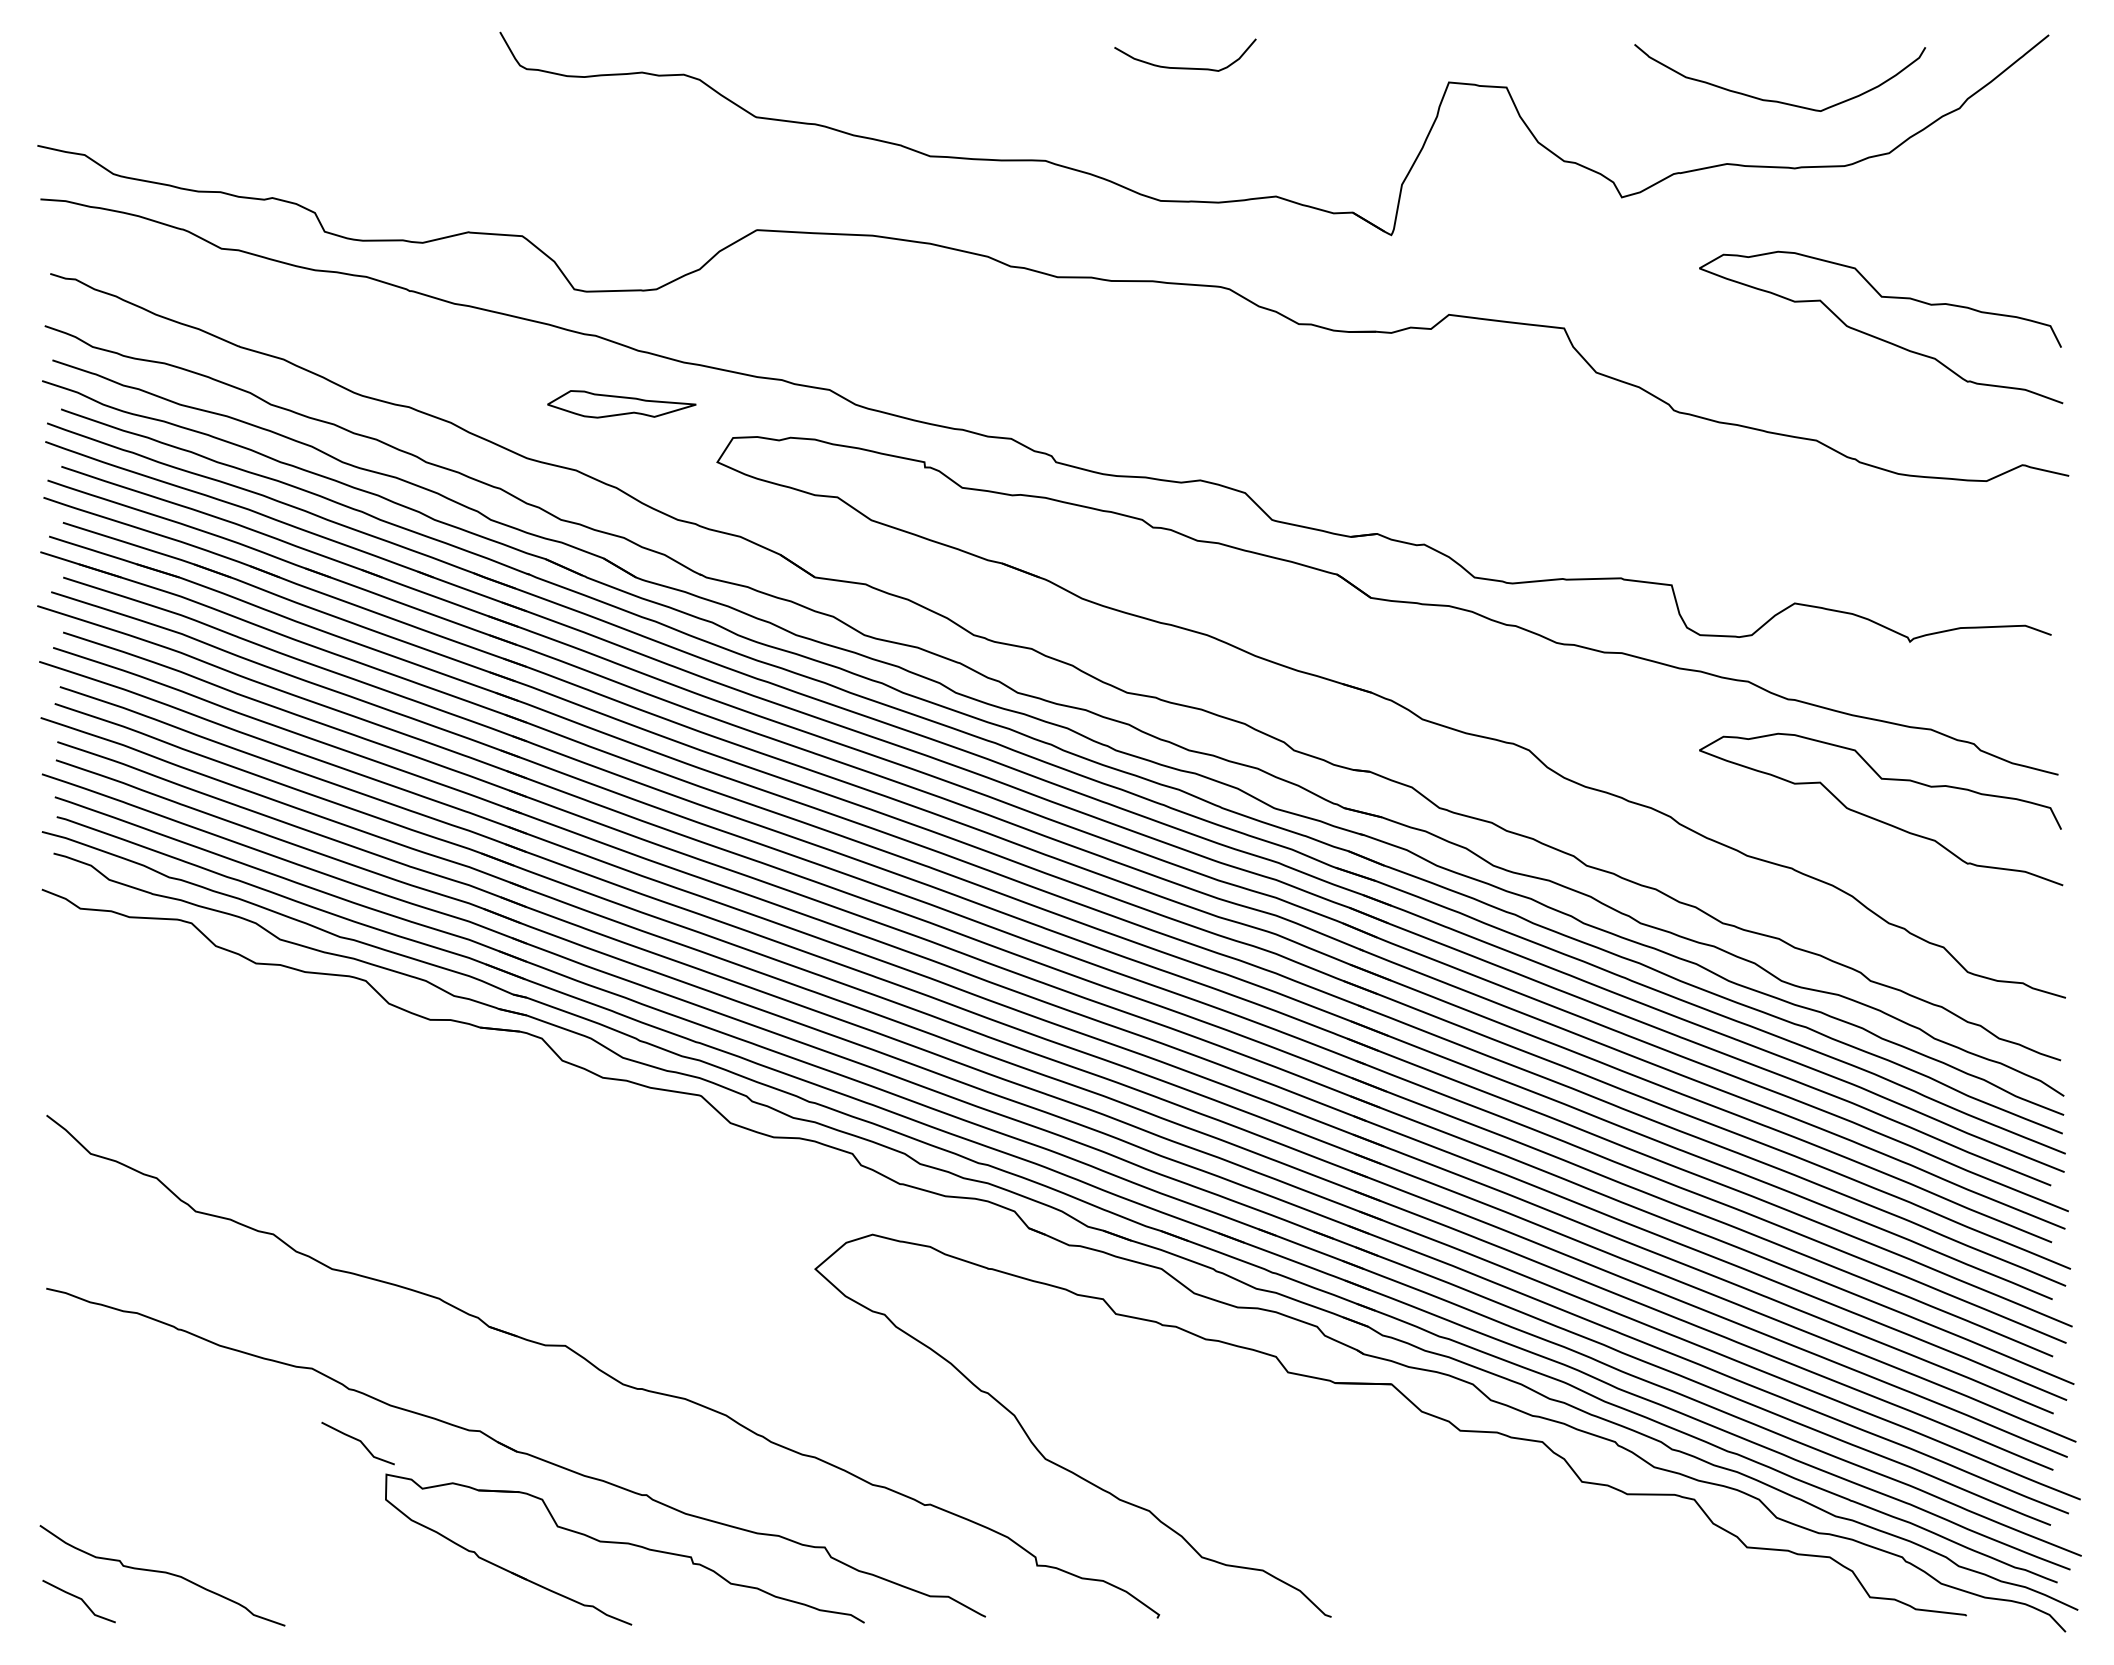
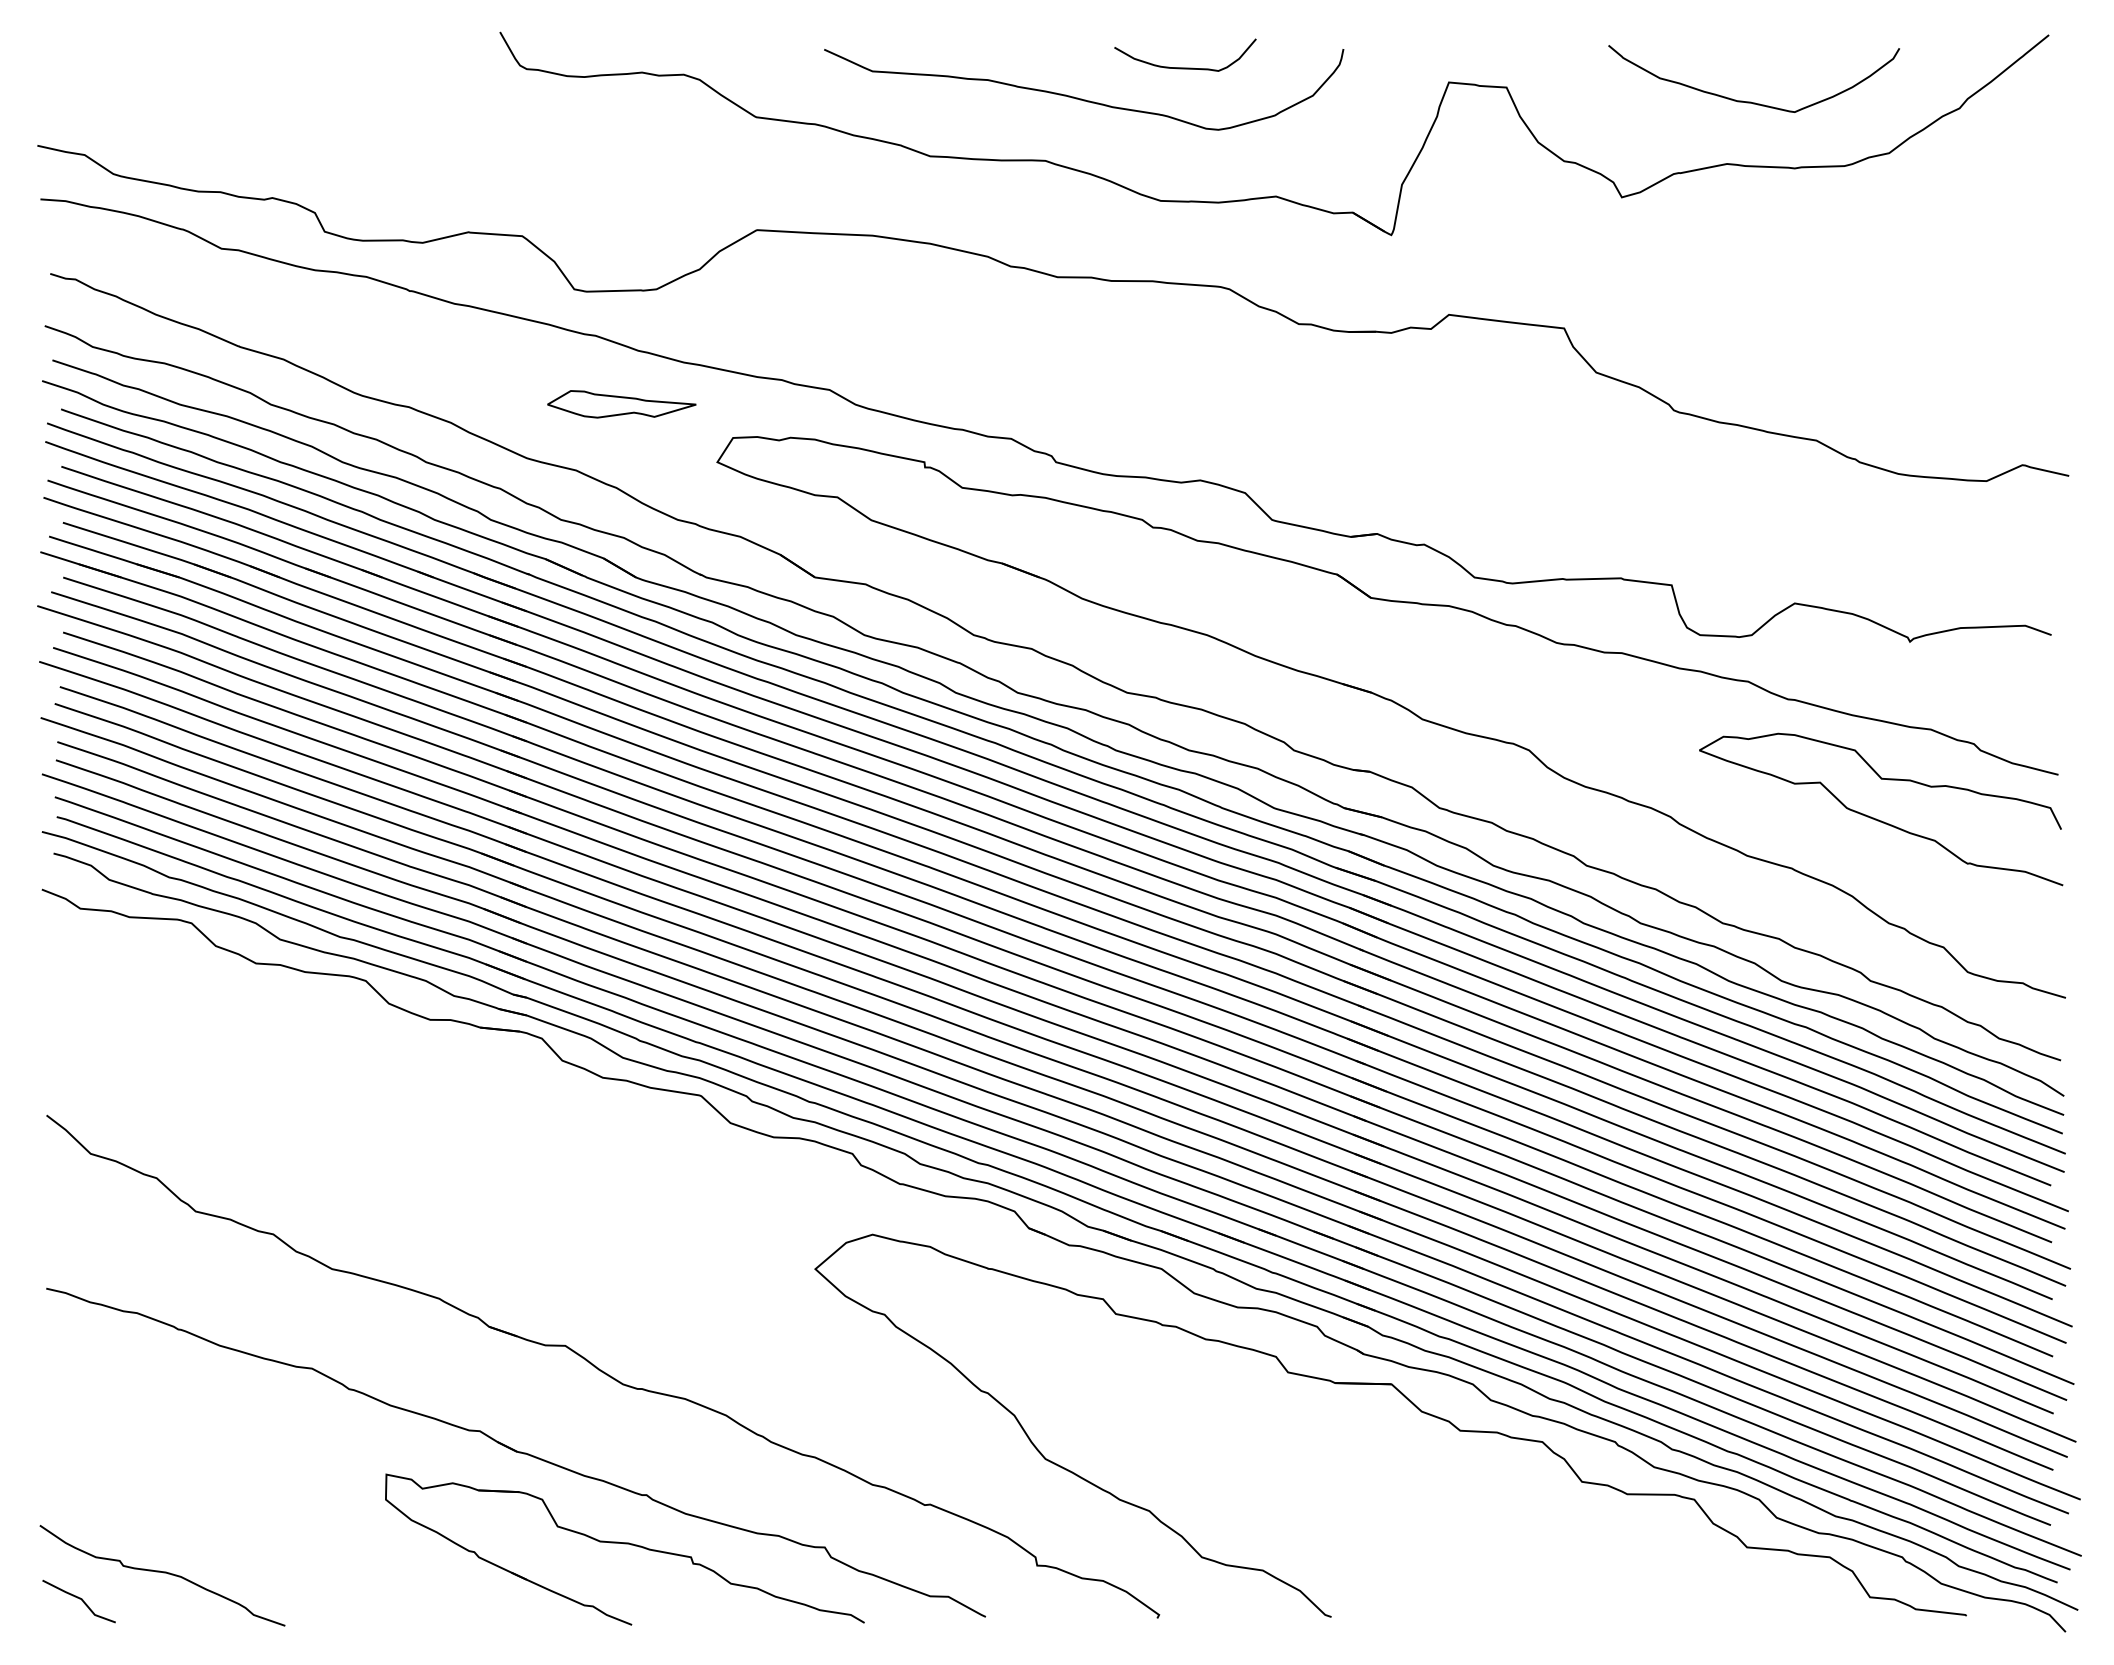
curve at (1081, 98): none -> present
curve at (1777, 100) position: (1777, 100) -> (1751, 101)
curve at (1876, 336): present -> none
line at (358, 1441): present -> none
